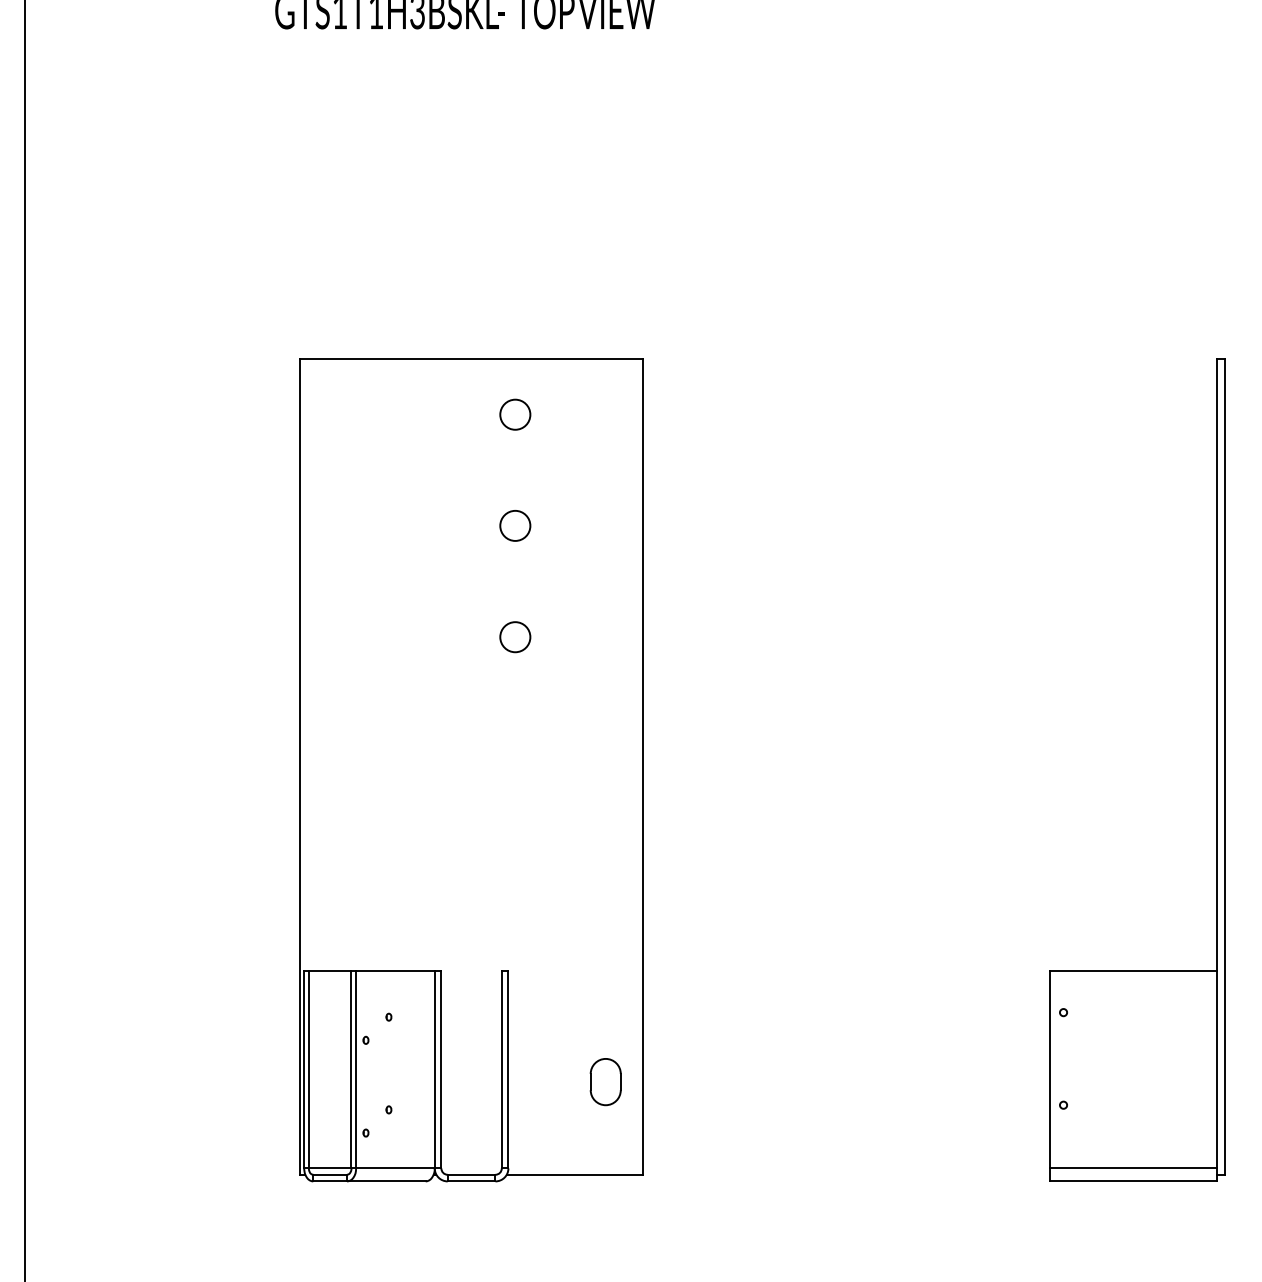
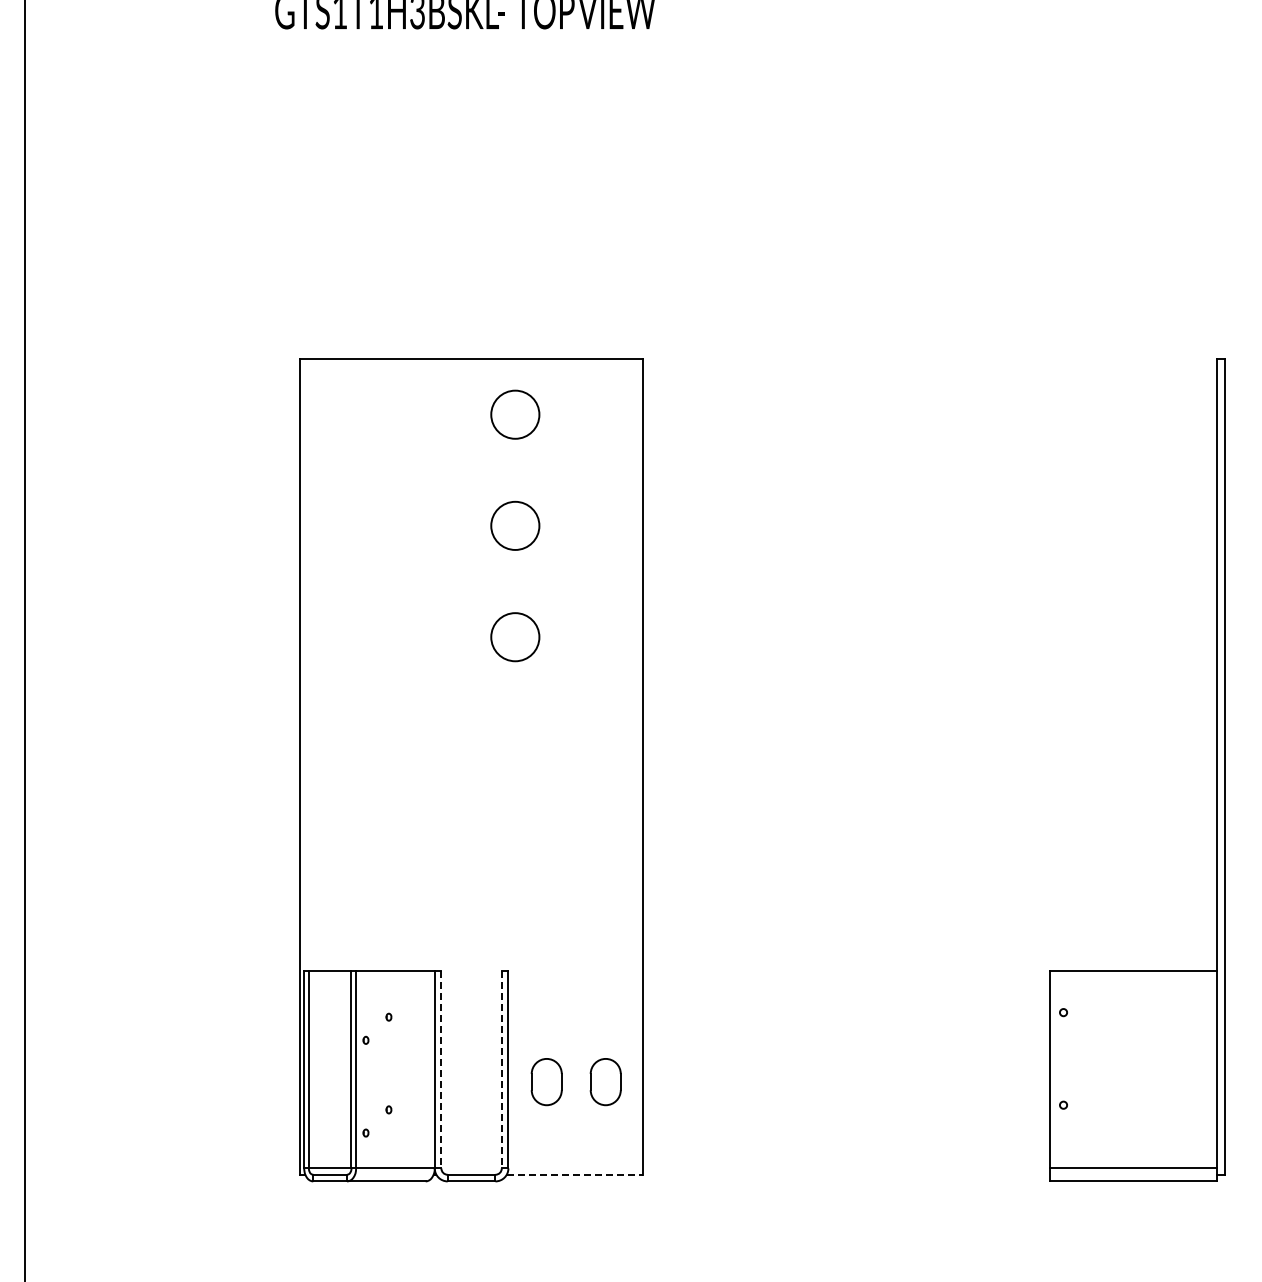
circle at (515, 414) diameter: 30 px -> 48 px
circle at (515, 525) diameter: 30 px -> 48 px
circle at (515, 637) diameter: 30 px -> 48 px
line at (441, 1069): solid -> dashed
line at (501, 1069): solid -> dashed
part at (546, 1082): none -> present
line at (574, 1174): solid -> dashed
